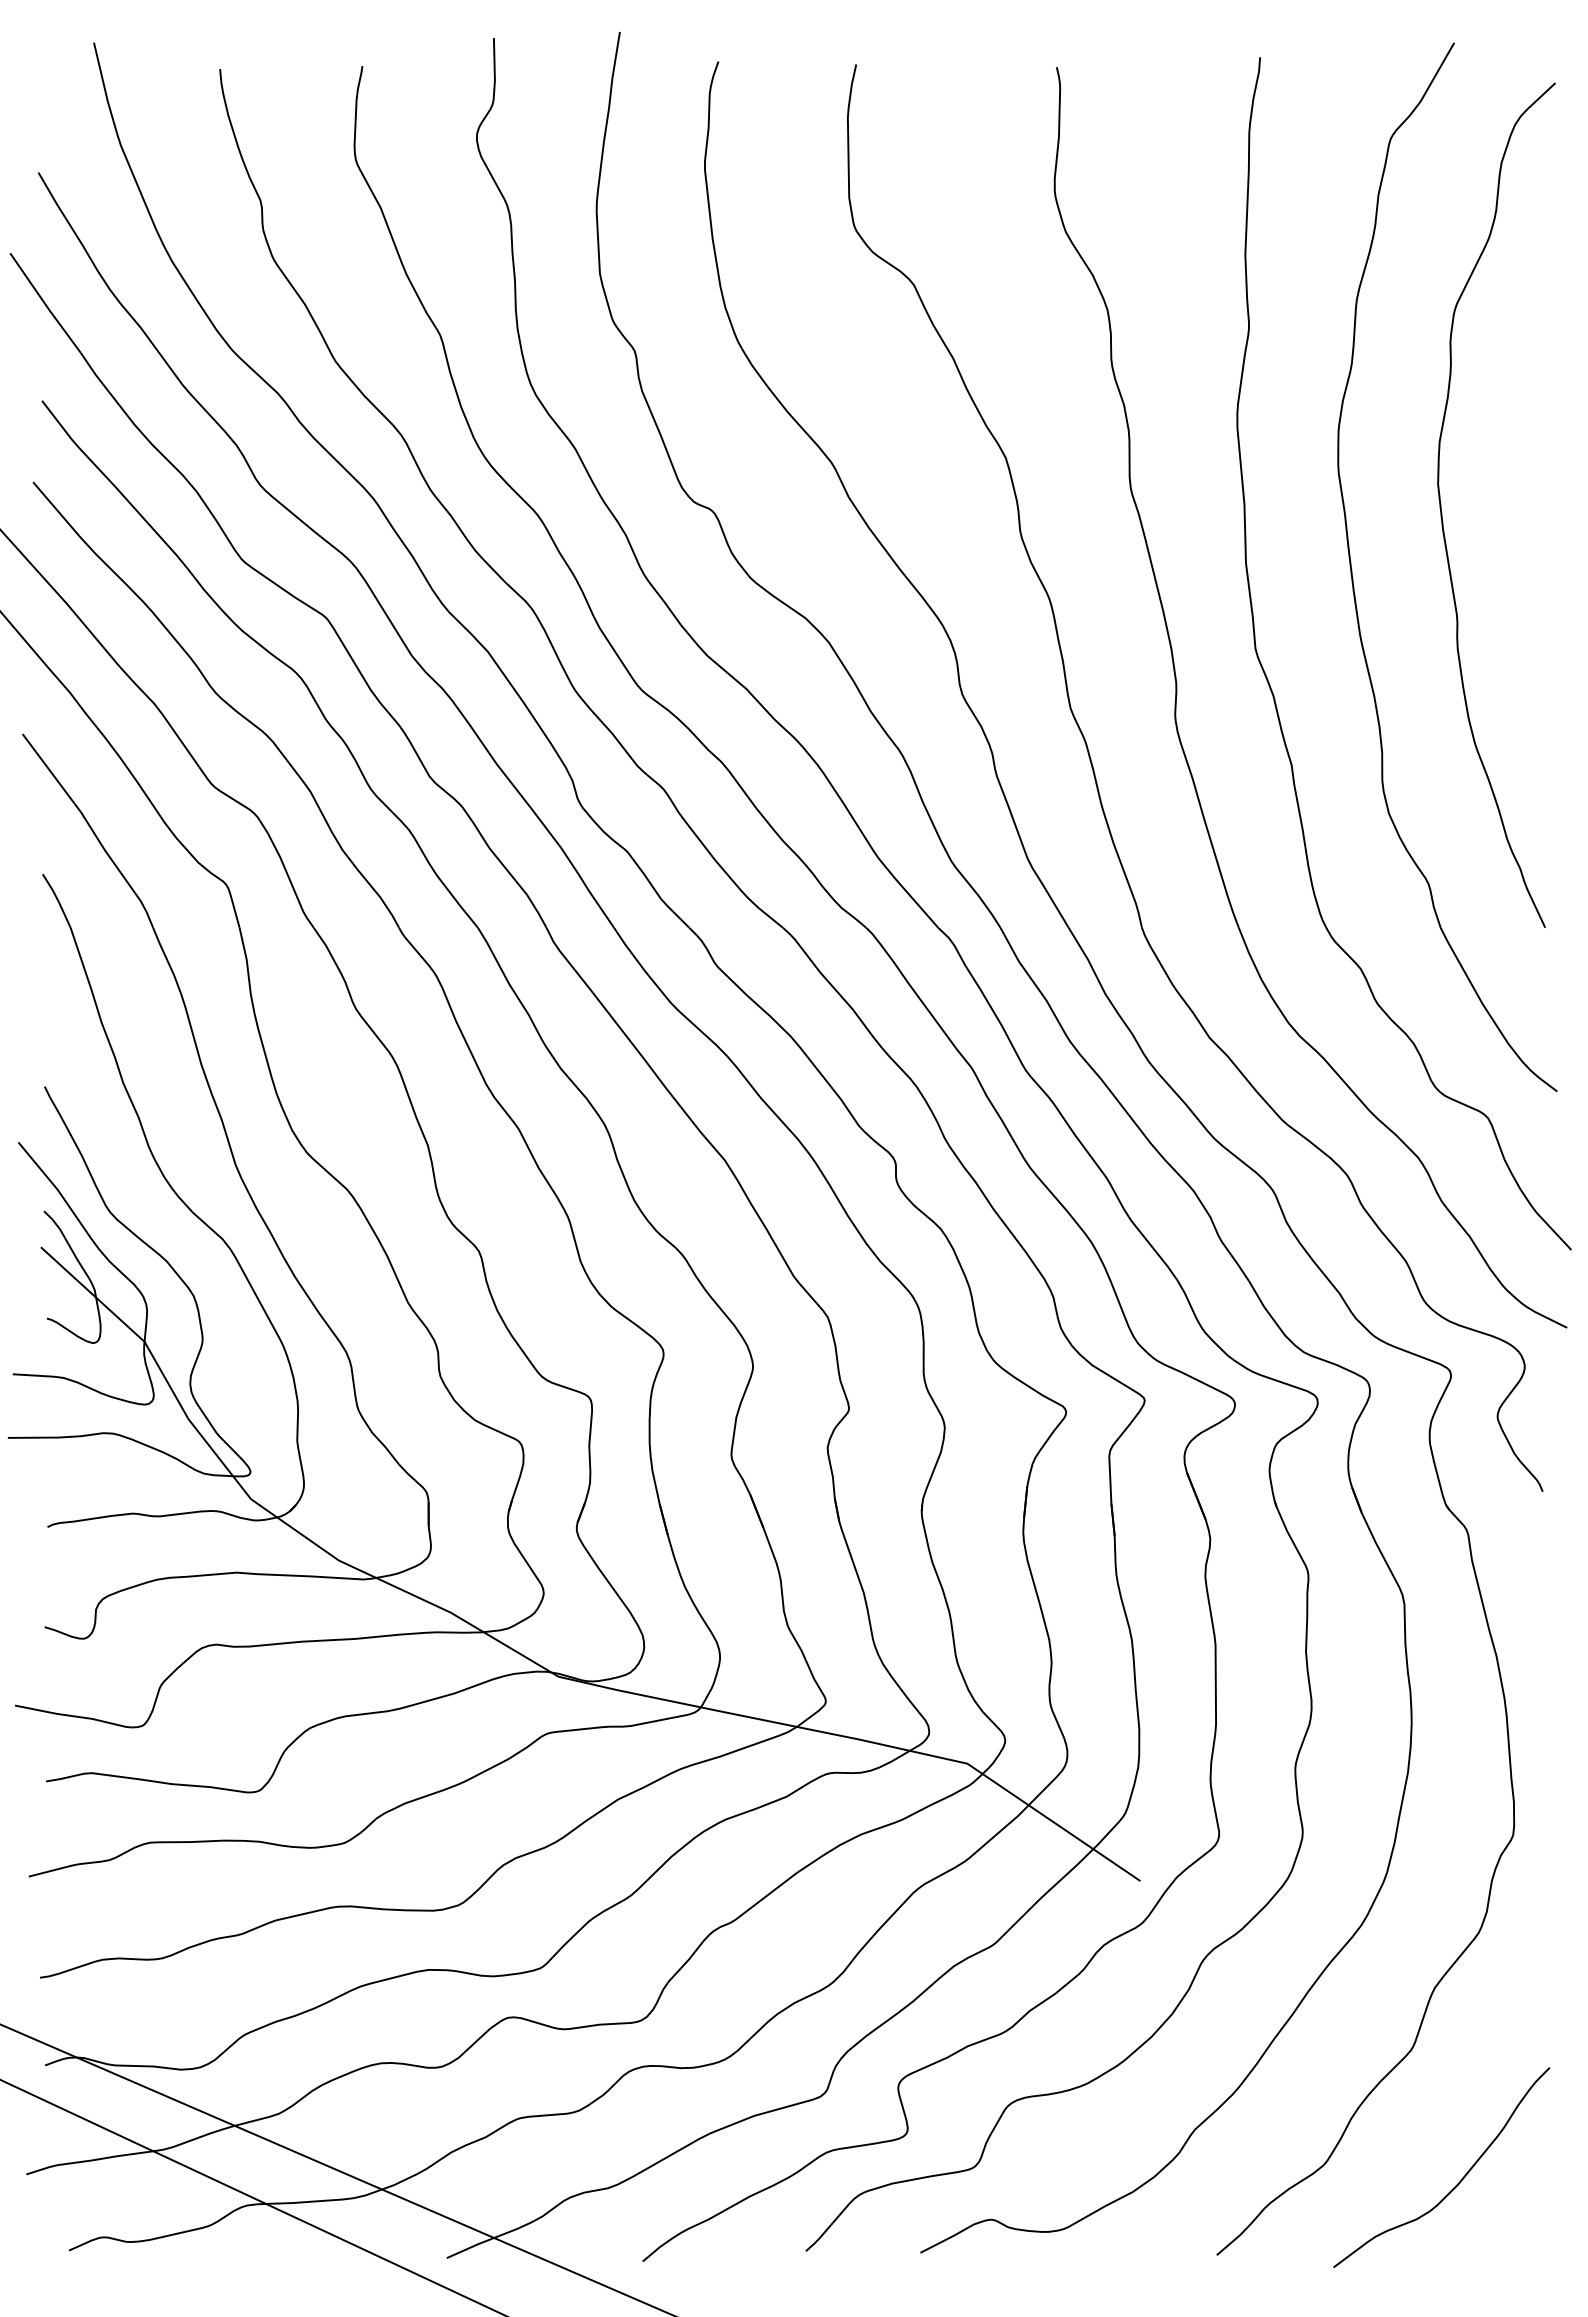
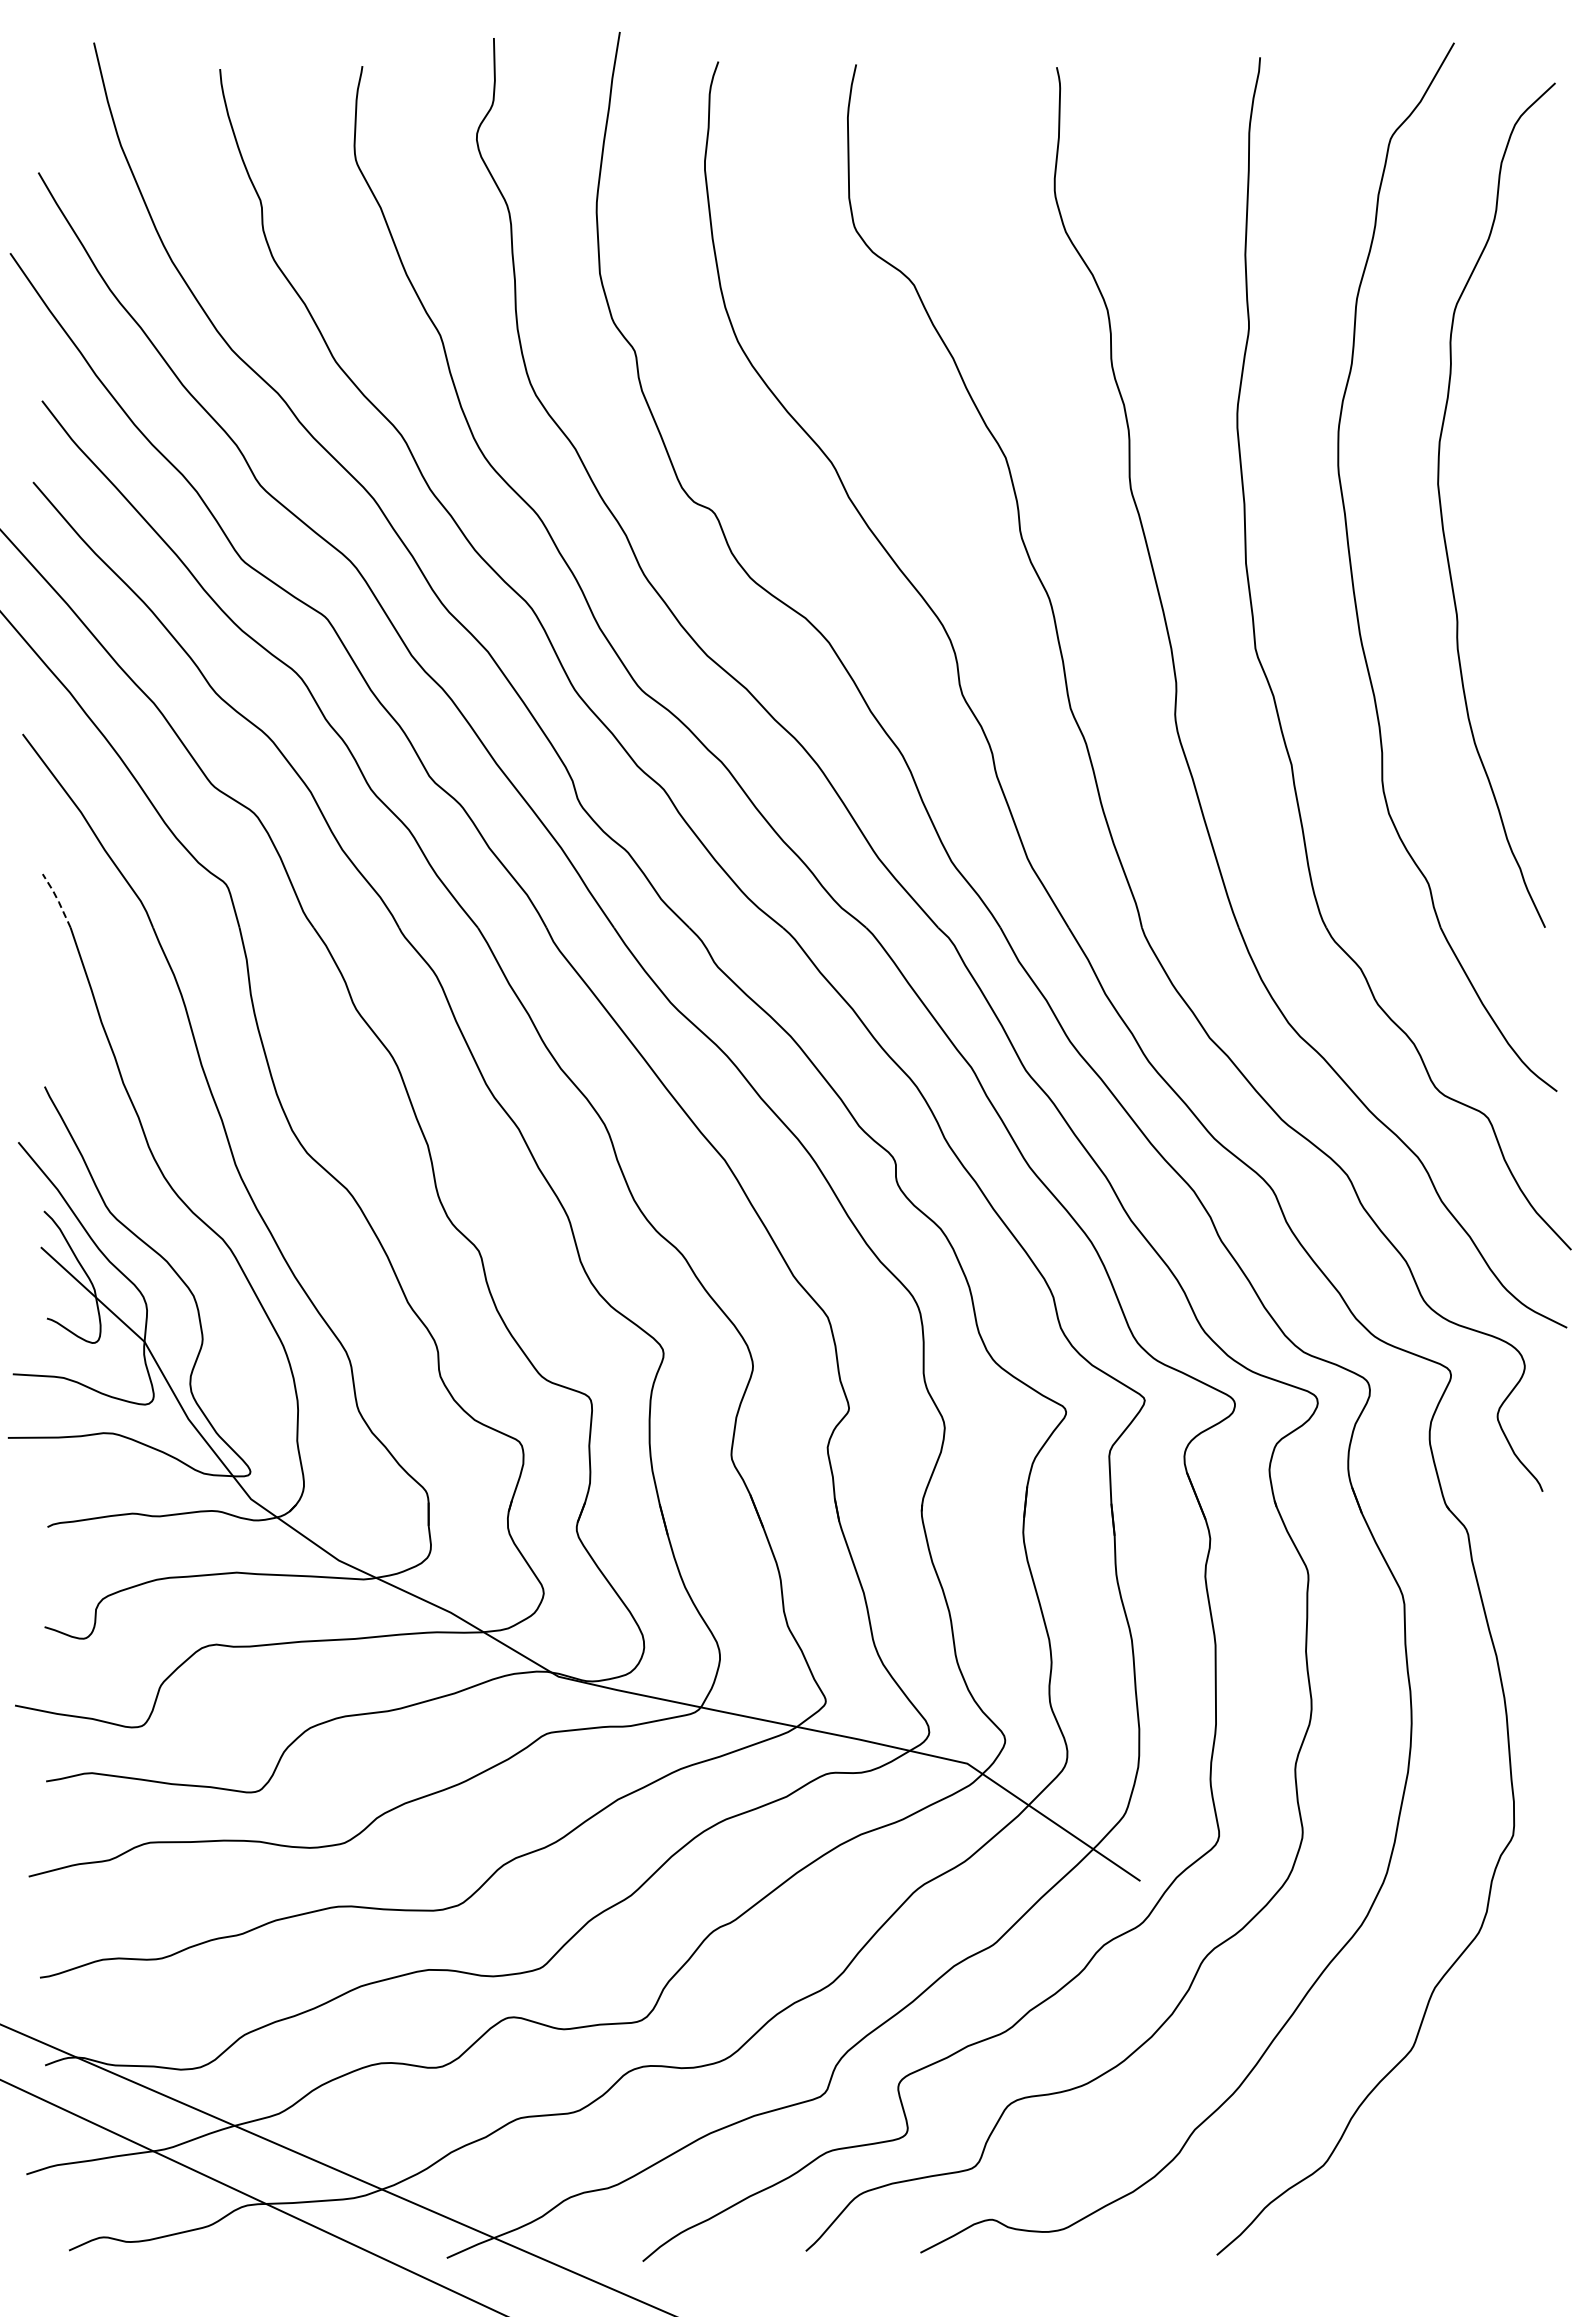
line at (57, 900): solid -> dashed
curve at (1457, 2183): present -> none
